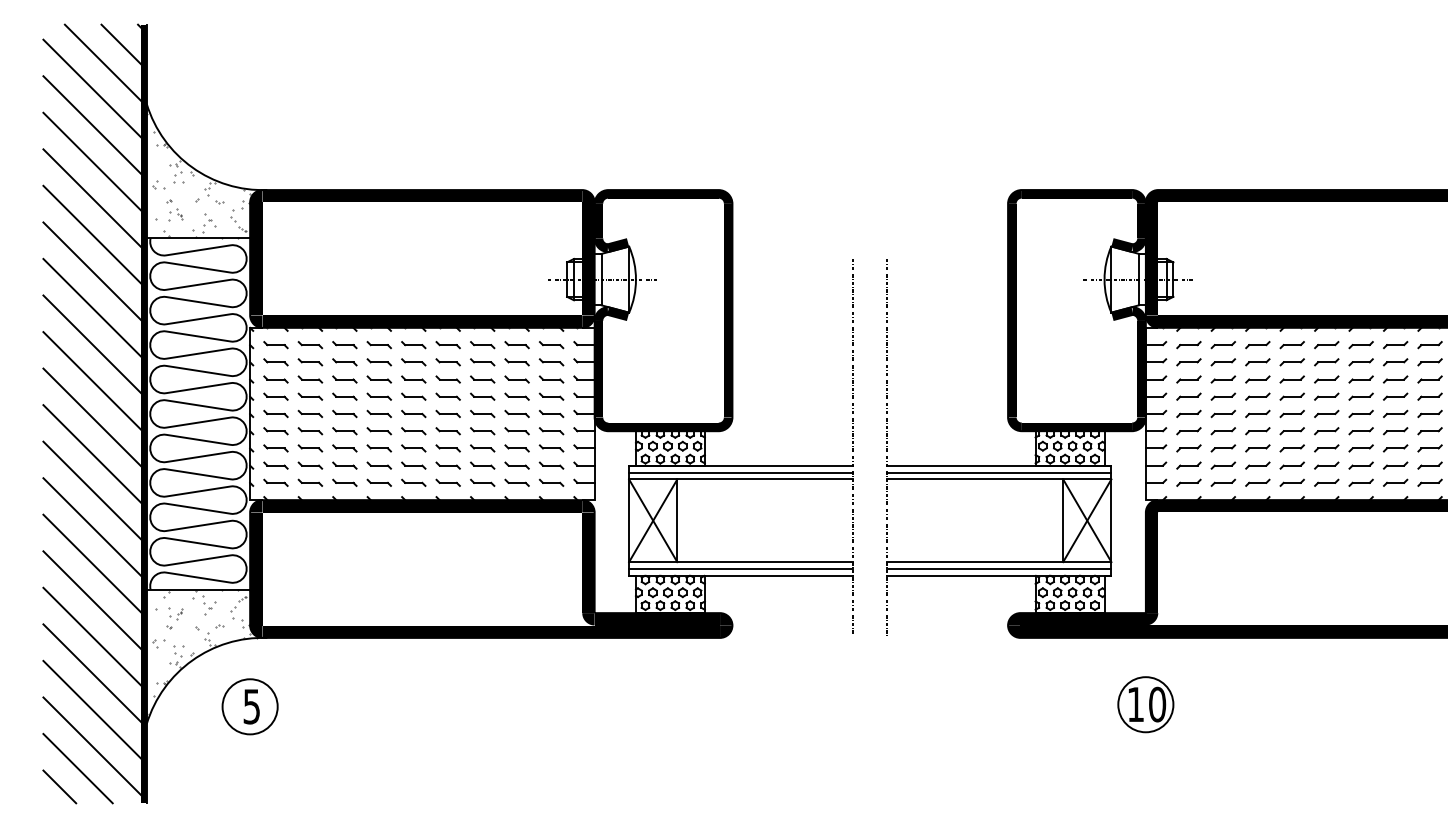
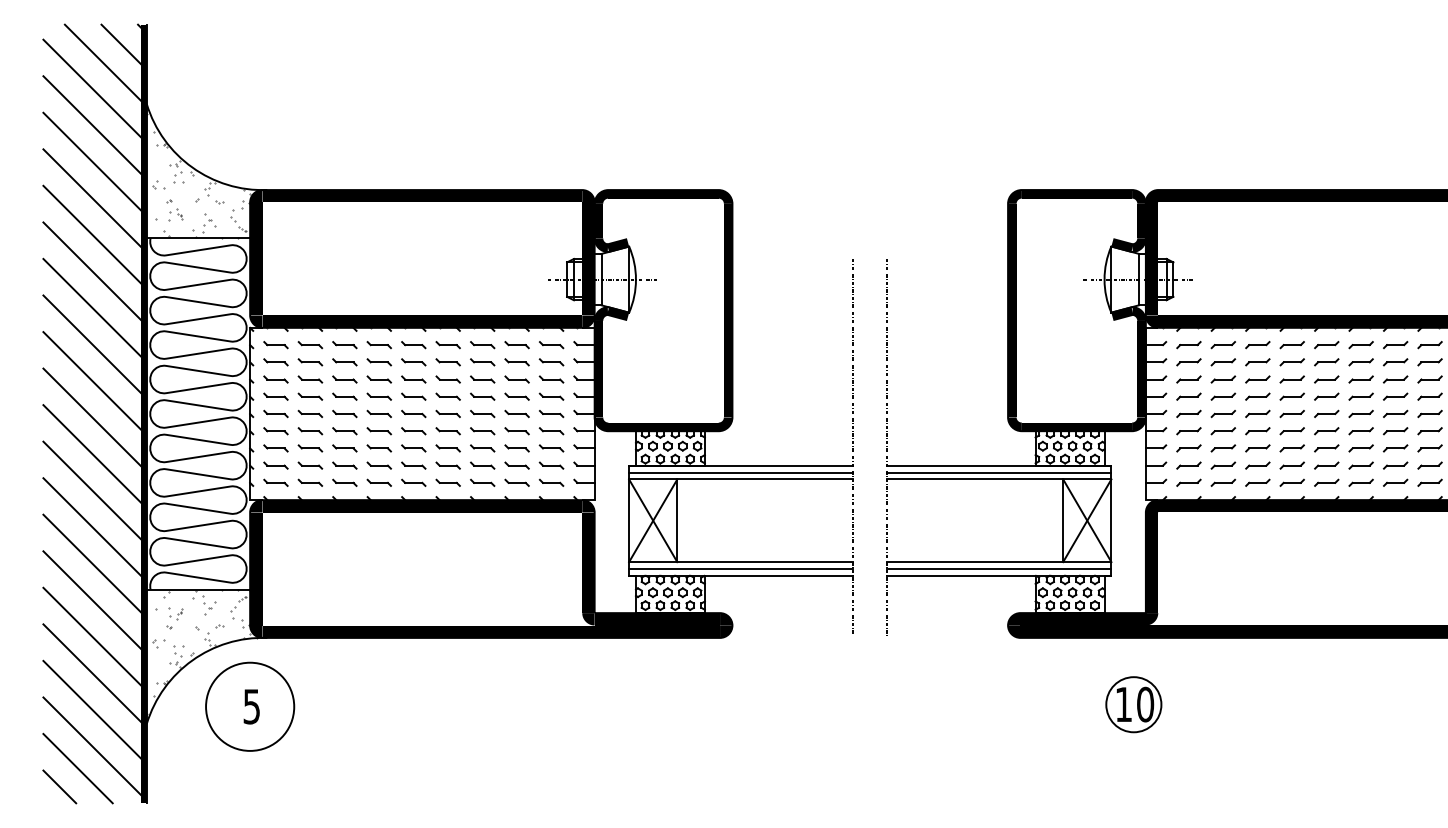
part at (1145, 704) position: (1145, 704) -> (1133, 704)
circle at (249, 706) diameter: 55 px -> 88 px
